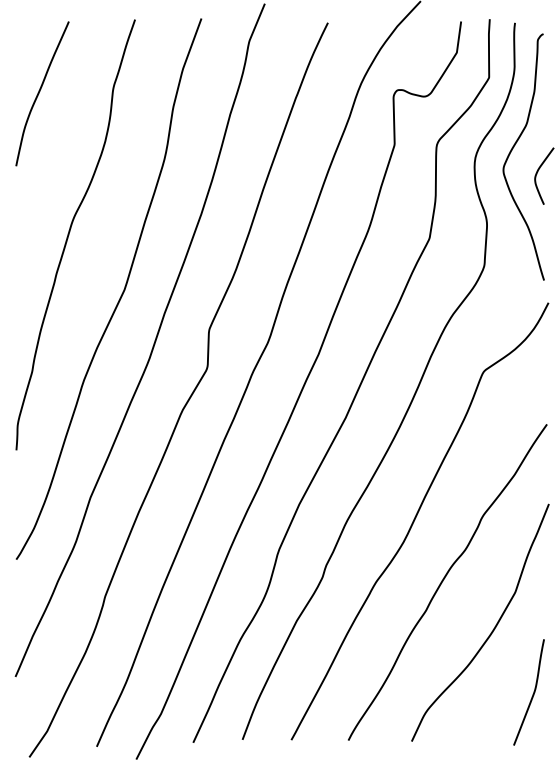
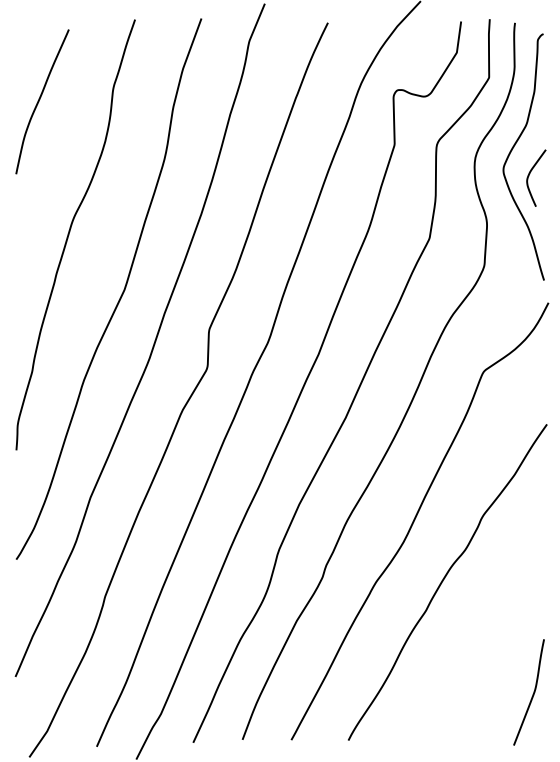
curve at (40, 91) position: (40, 91) -> (40, 99)
curve at (537, 174) position: (537, 174) -> (529, 176)
curve at (492, 629): present -> none
